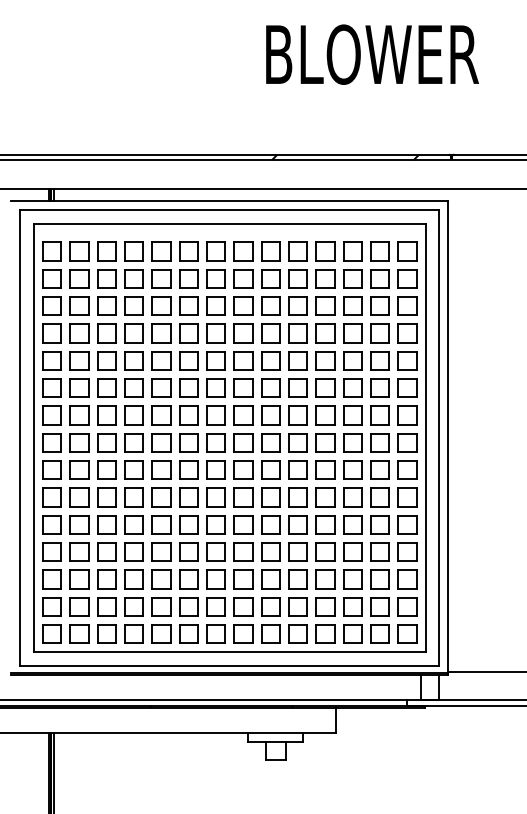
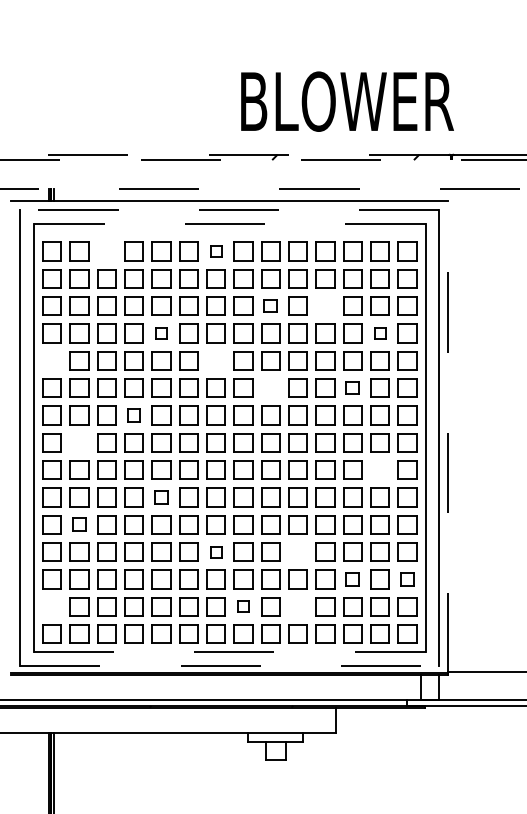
text at (372, 54) position: (372, 54) -> (347, 101)
line at (224, 154): solid -> dashed
line at (263, 160): solid -> dashed
line at (263, 188): solid -> dashed
line at (229, 210): solid -> dashed
line at (229, 224): solid -> dashed
part at (106, 251): present -> none
part at (215, 251) size: 20x21 px -> 13x13 px
part at (270, 305) size: 20x20 px -> 15x14 px
part at (325, 305): present -> none
part at (161, 333) size: 21x21 px -> 13x13 px
part at (379, 333) size: 20x21 px -> 13x13 px
part at (51, 360): present -> none
part at (215, 360): present -> none
part at (270, 387): present -> none
part at (352, 387) size: 20x20 px -> 15x14 px
part at (133, 415) size: 20x21 px -> 14x15 px
line at (448, 437): solid -> dashed
part at (79, 442): present -> none
part at (379, 469): present -> none
part at (161, 497) size: 21x21 px -> 15x15 px
part at (79, 524) size: 21x20 px -> 15x15 px
part at (215, 551) size: 20x20 px -> 13x13 px
part at (297, 551): present -> none
part at (352, 579) size: 20x21 px -> 15x15 px
part at (407, 579) size: 21x21 px -> 15x15 px
part at (51, 606): present -> none
part at (243, 606) size: 21x20 px -> 13x13 px
part at (297, 606): present -> none
line at (229, 652): solid -> dashed
line at (229, 666): solid -> dashed
